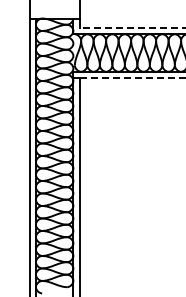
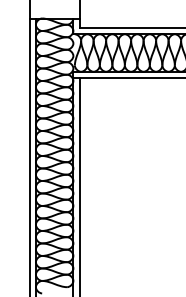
line at (132, 27): dashed -> solid
line at (132, 78): dashed -> solid
